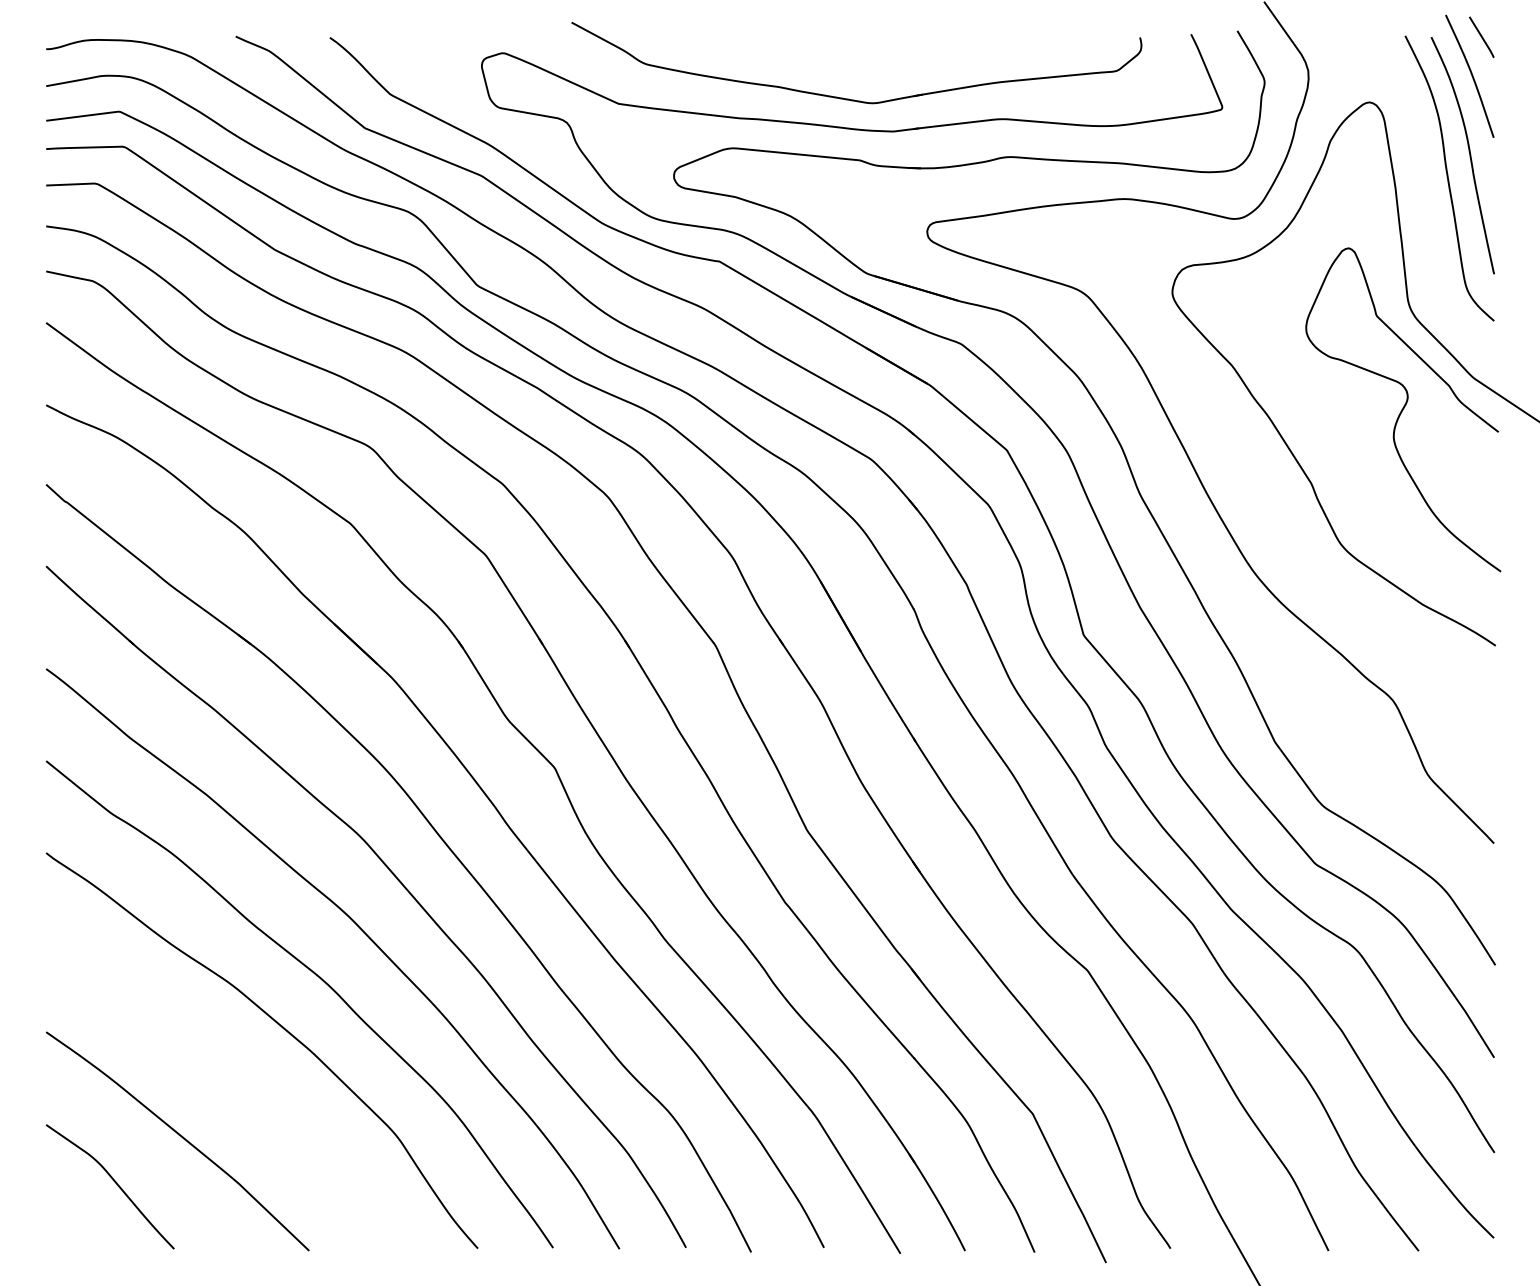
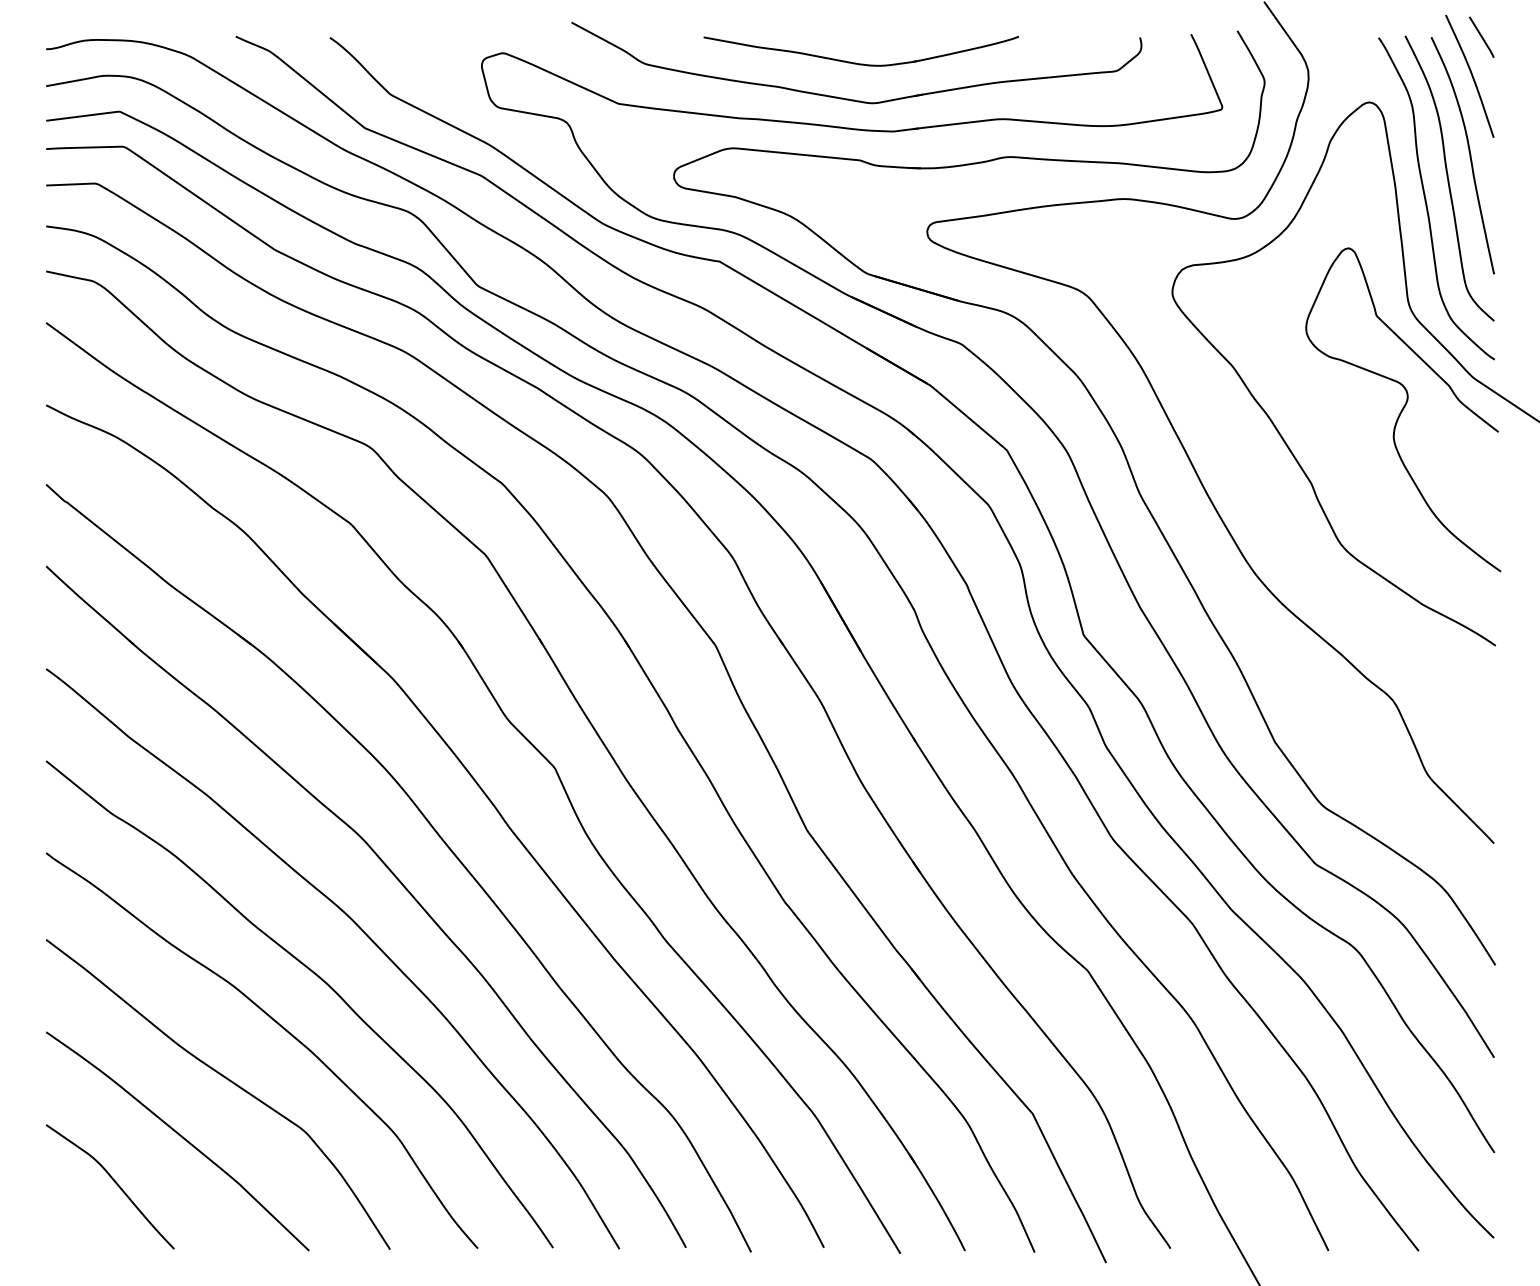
part at (861, 63): none -> present
curve at (1426, 198): none -> present
curve at (226, 1079): none -> present
